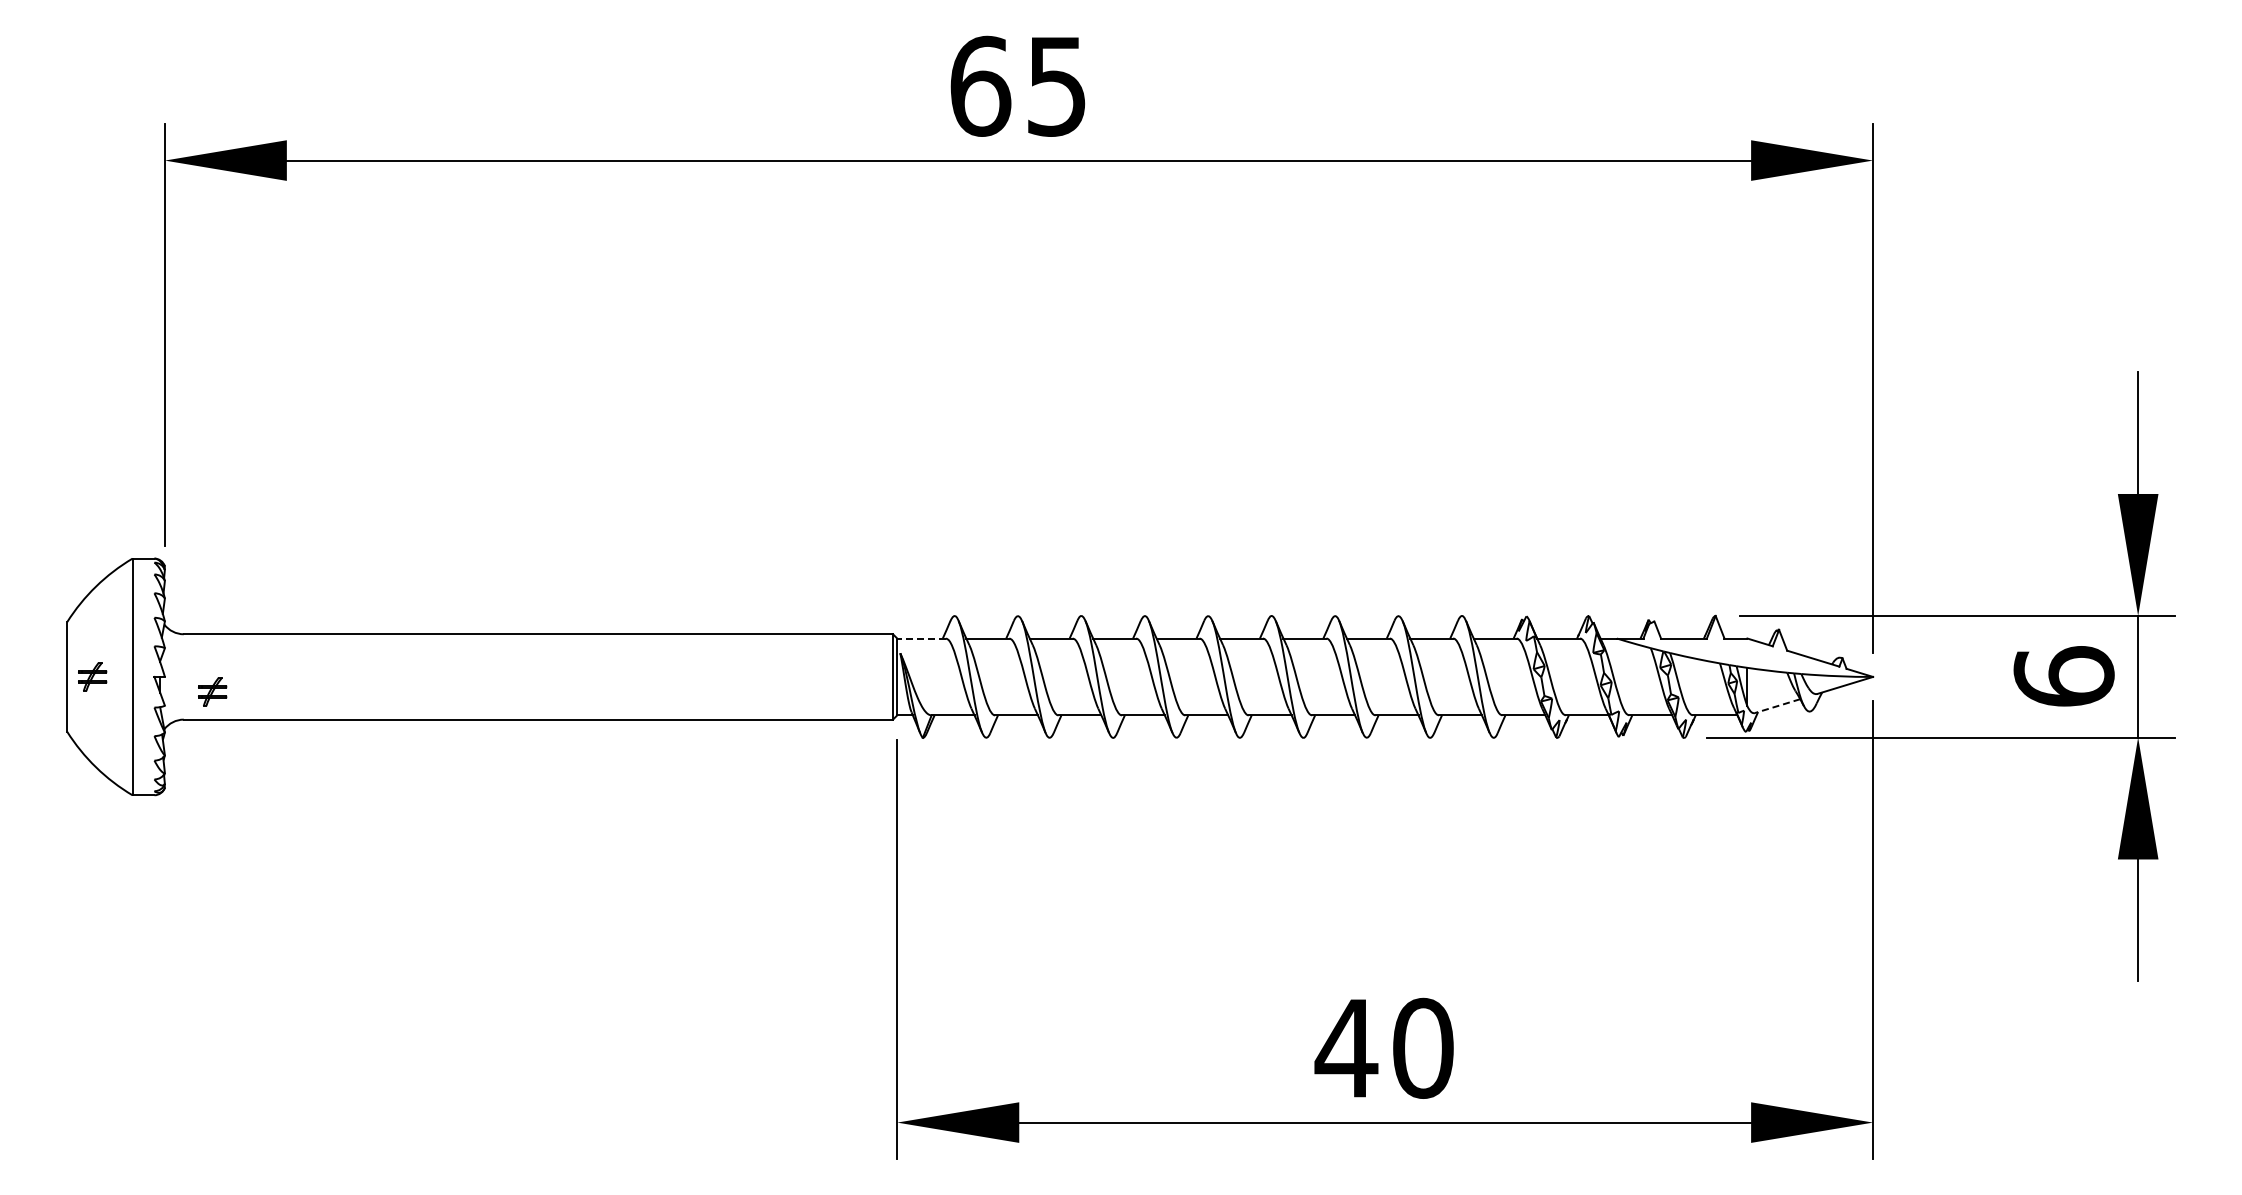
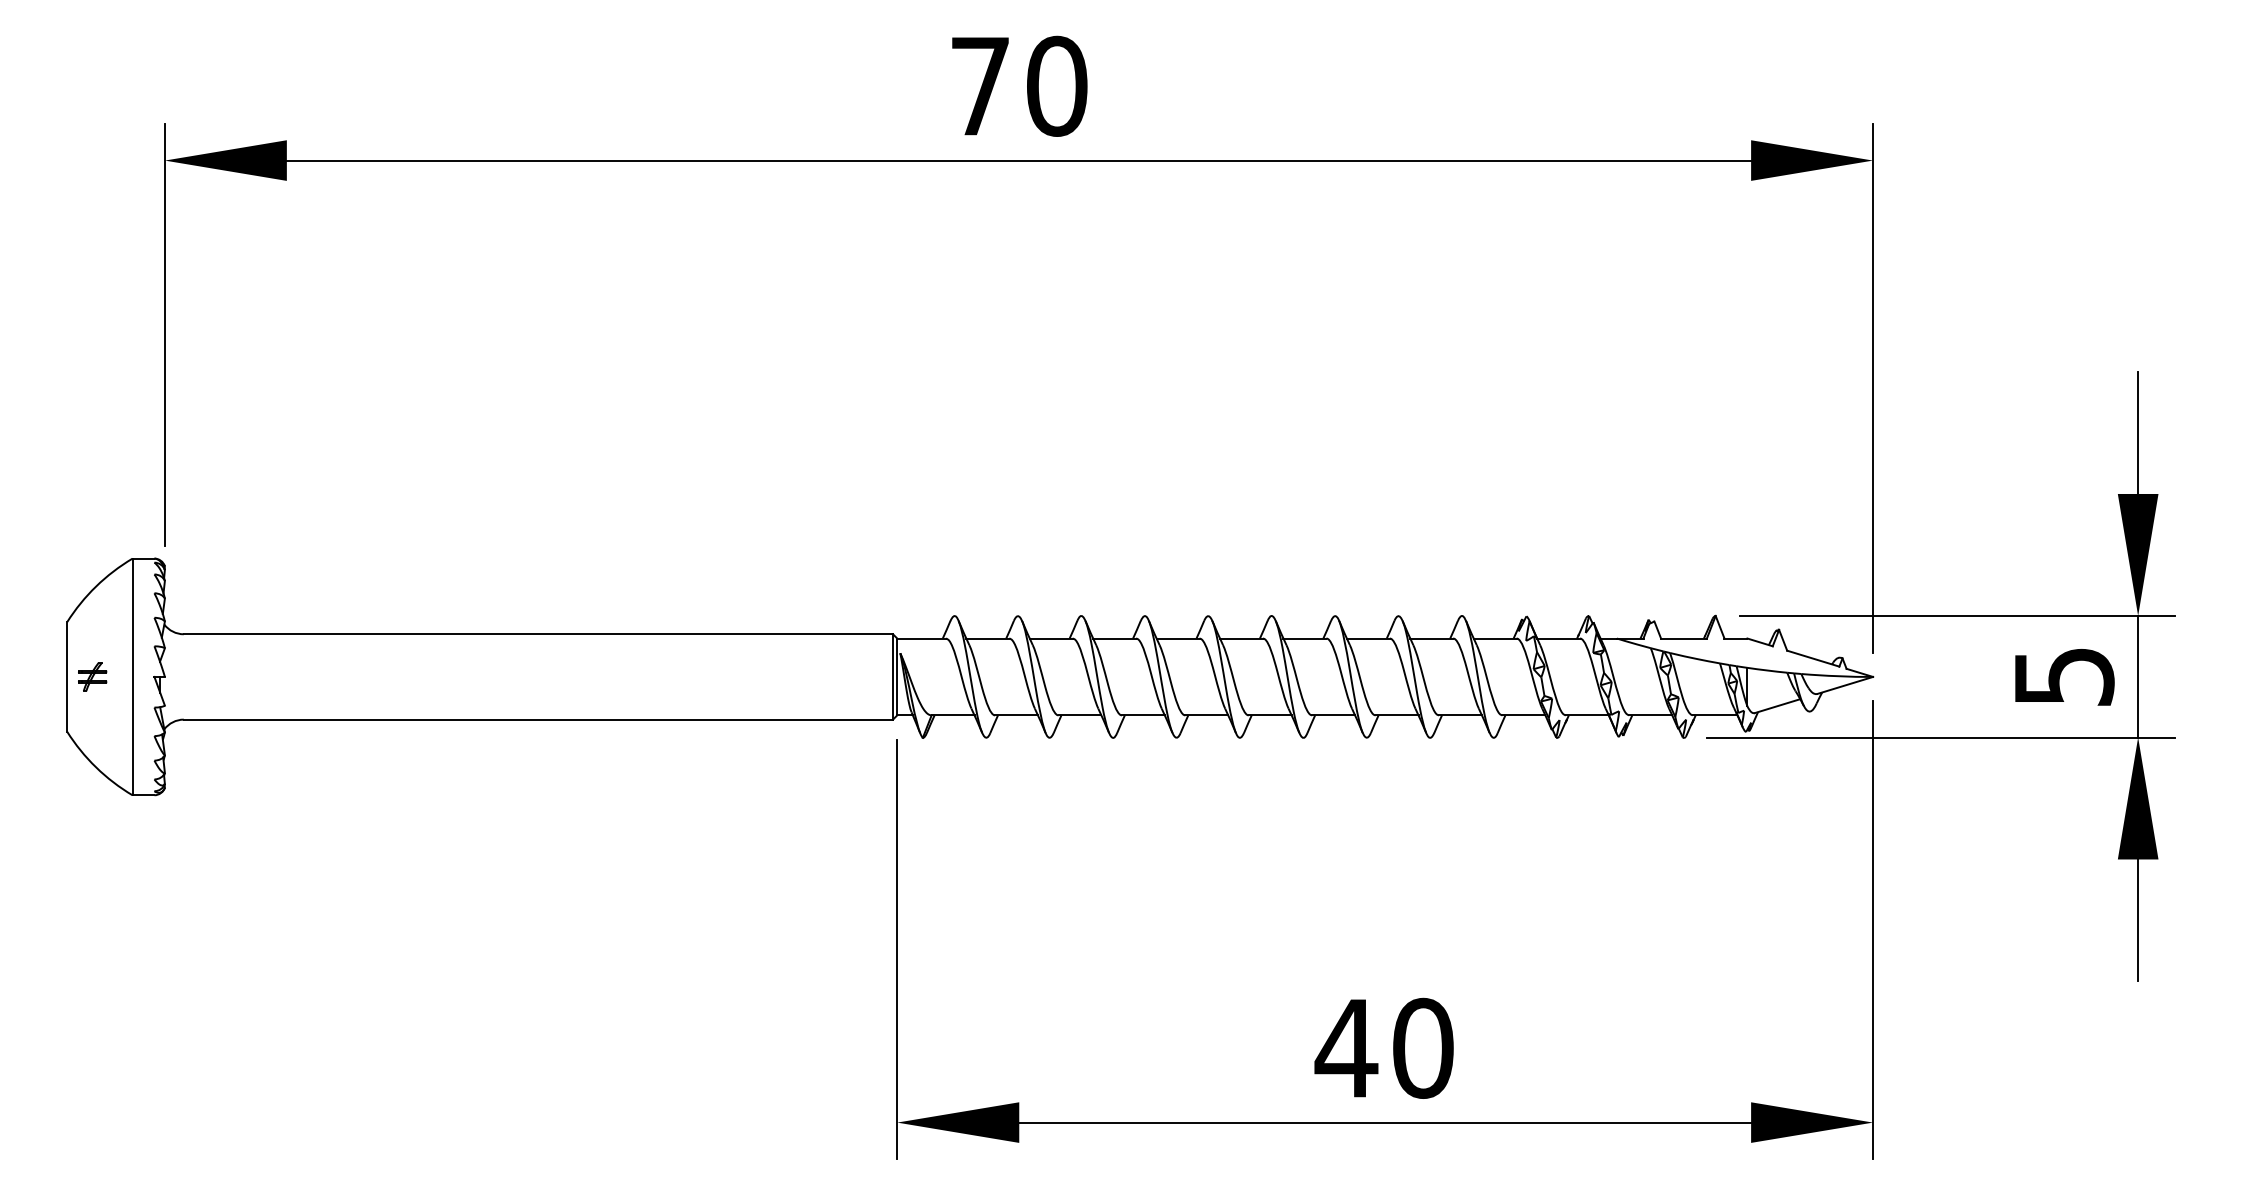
text at (1018, 85): 65 -> 70
line at (921, 638): dashed -> solid
text at (2063, 676): 6 -> 5
part at (212, 691): present -> none
line at (1777, 706): dashed -> solid
